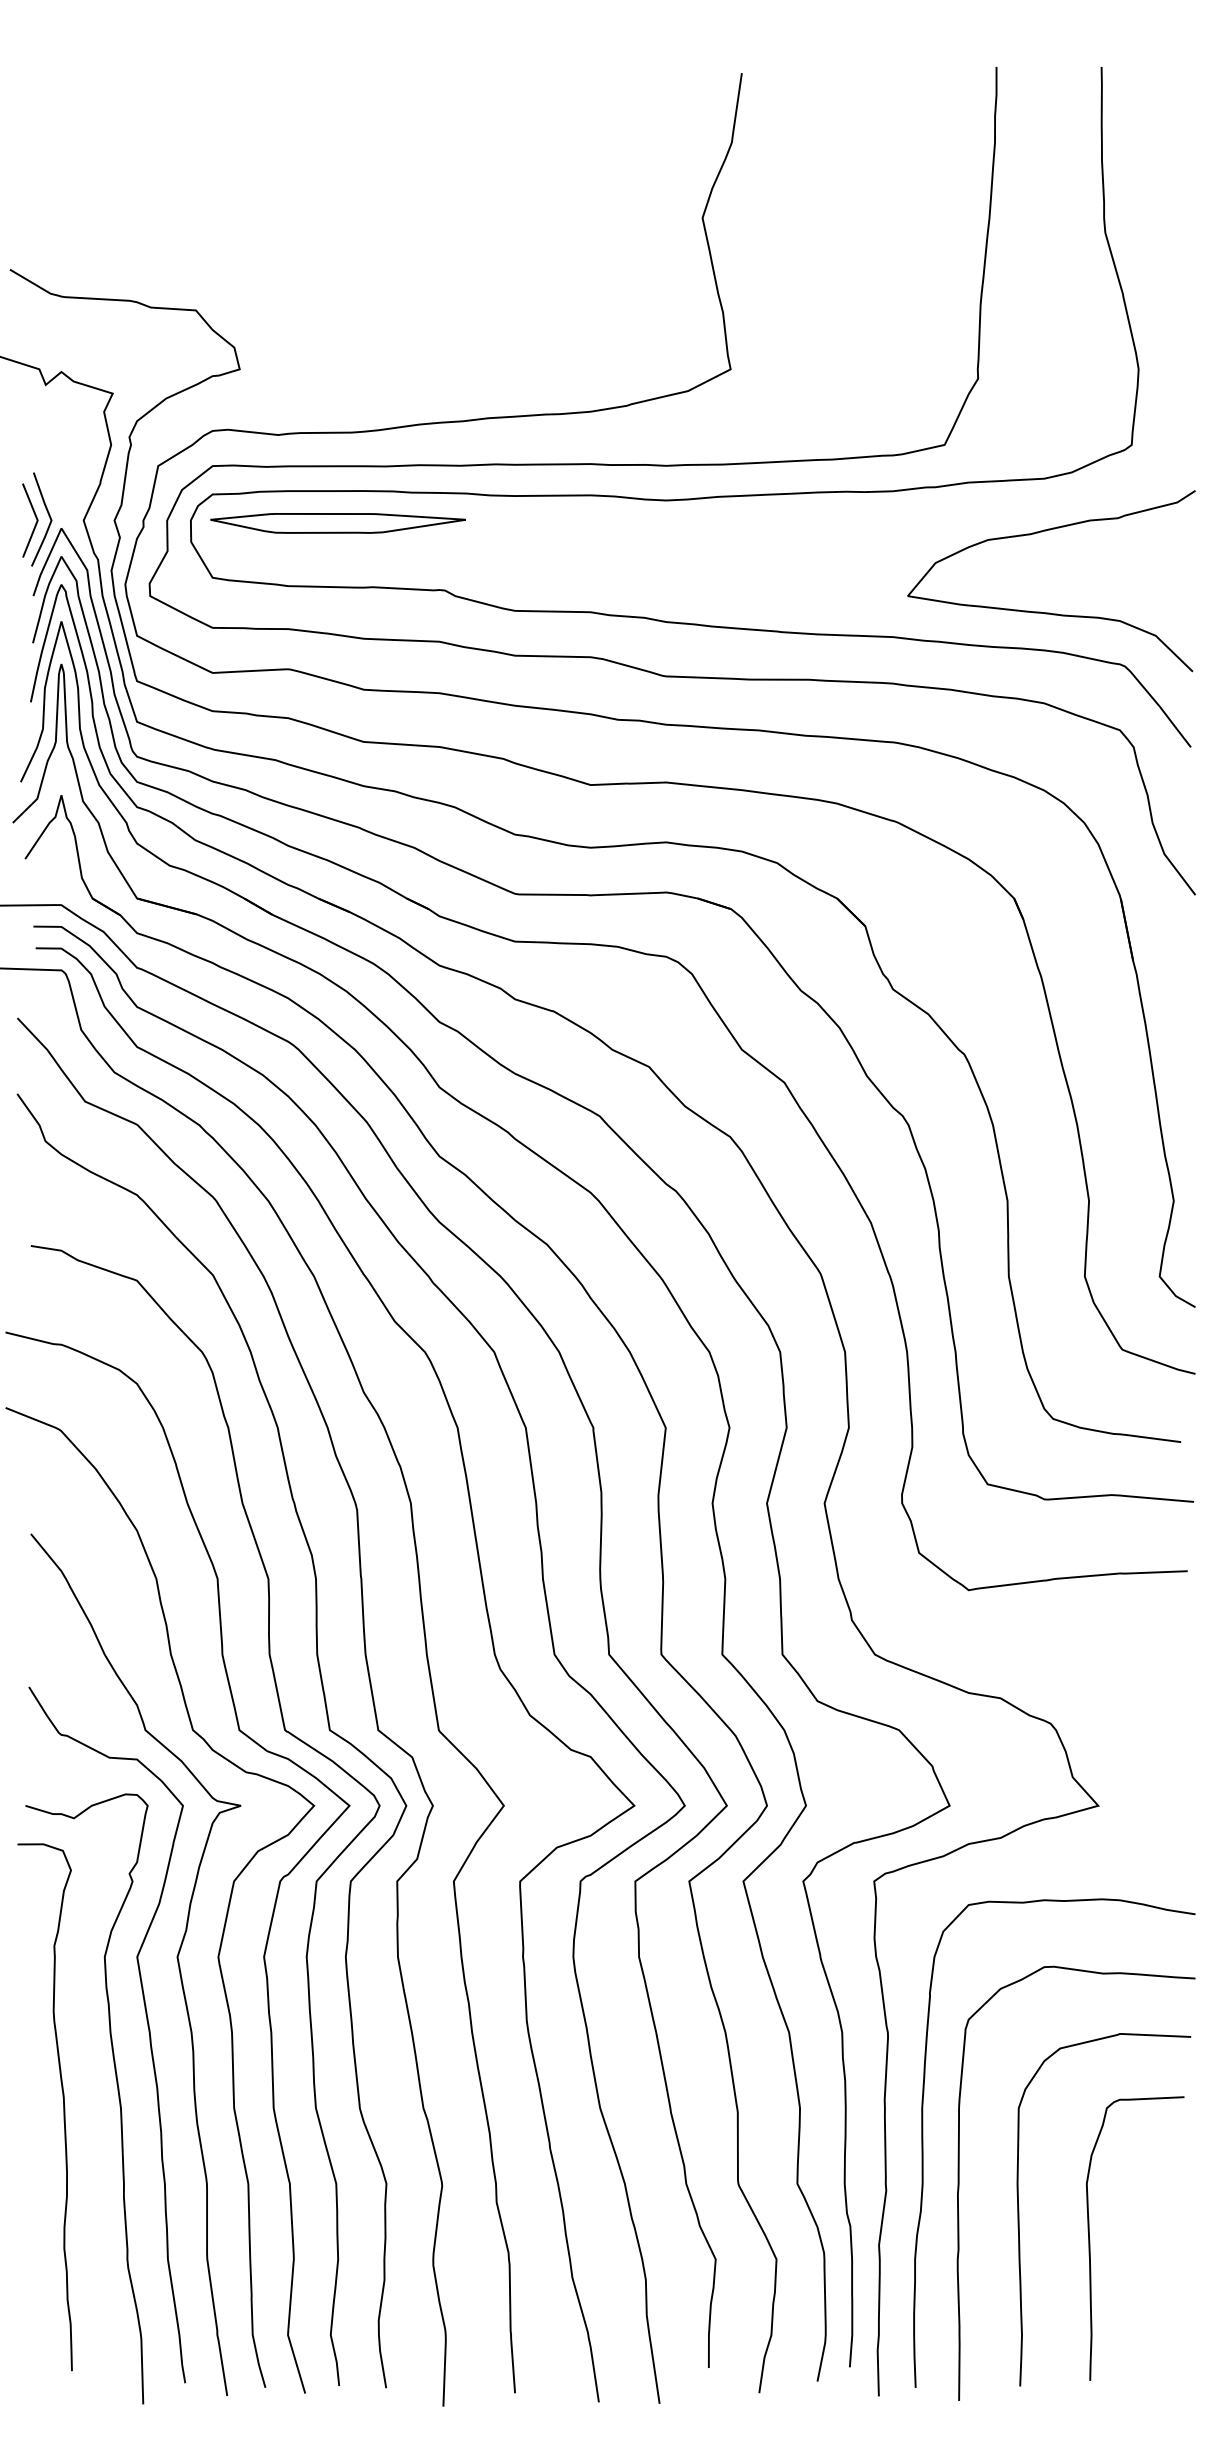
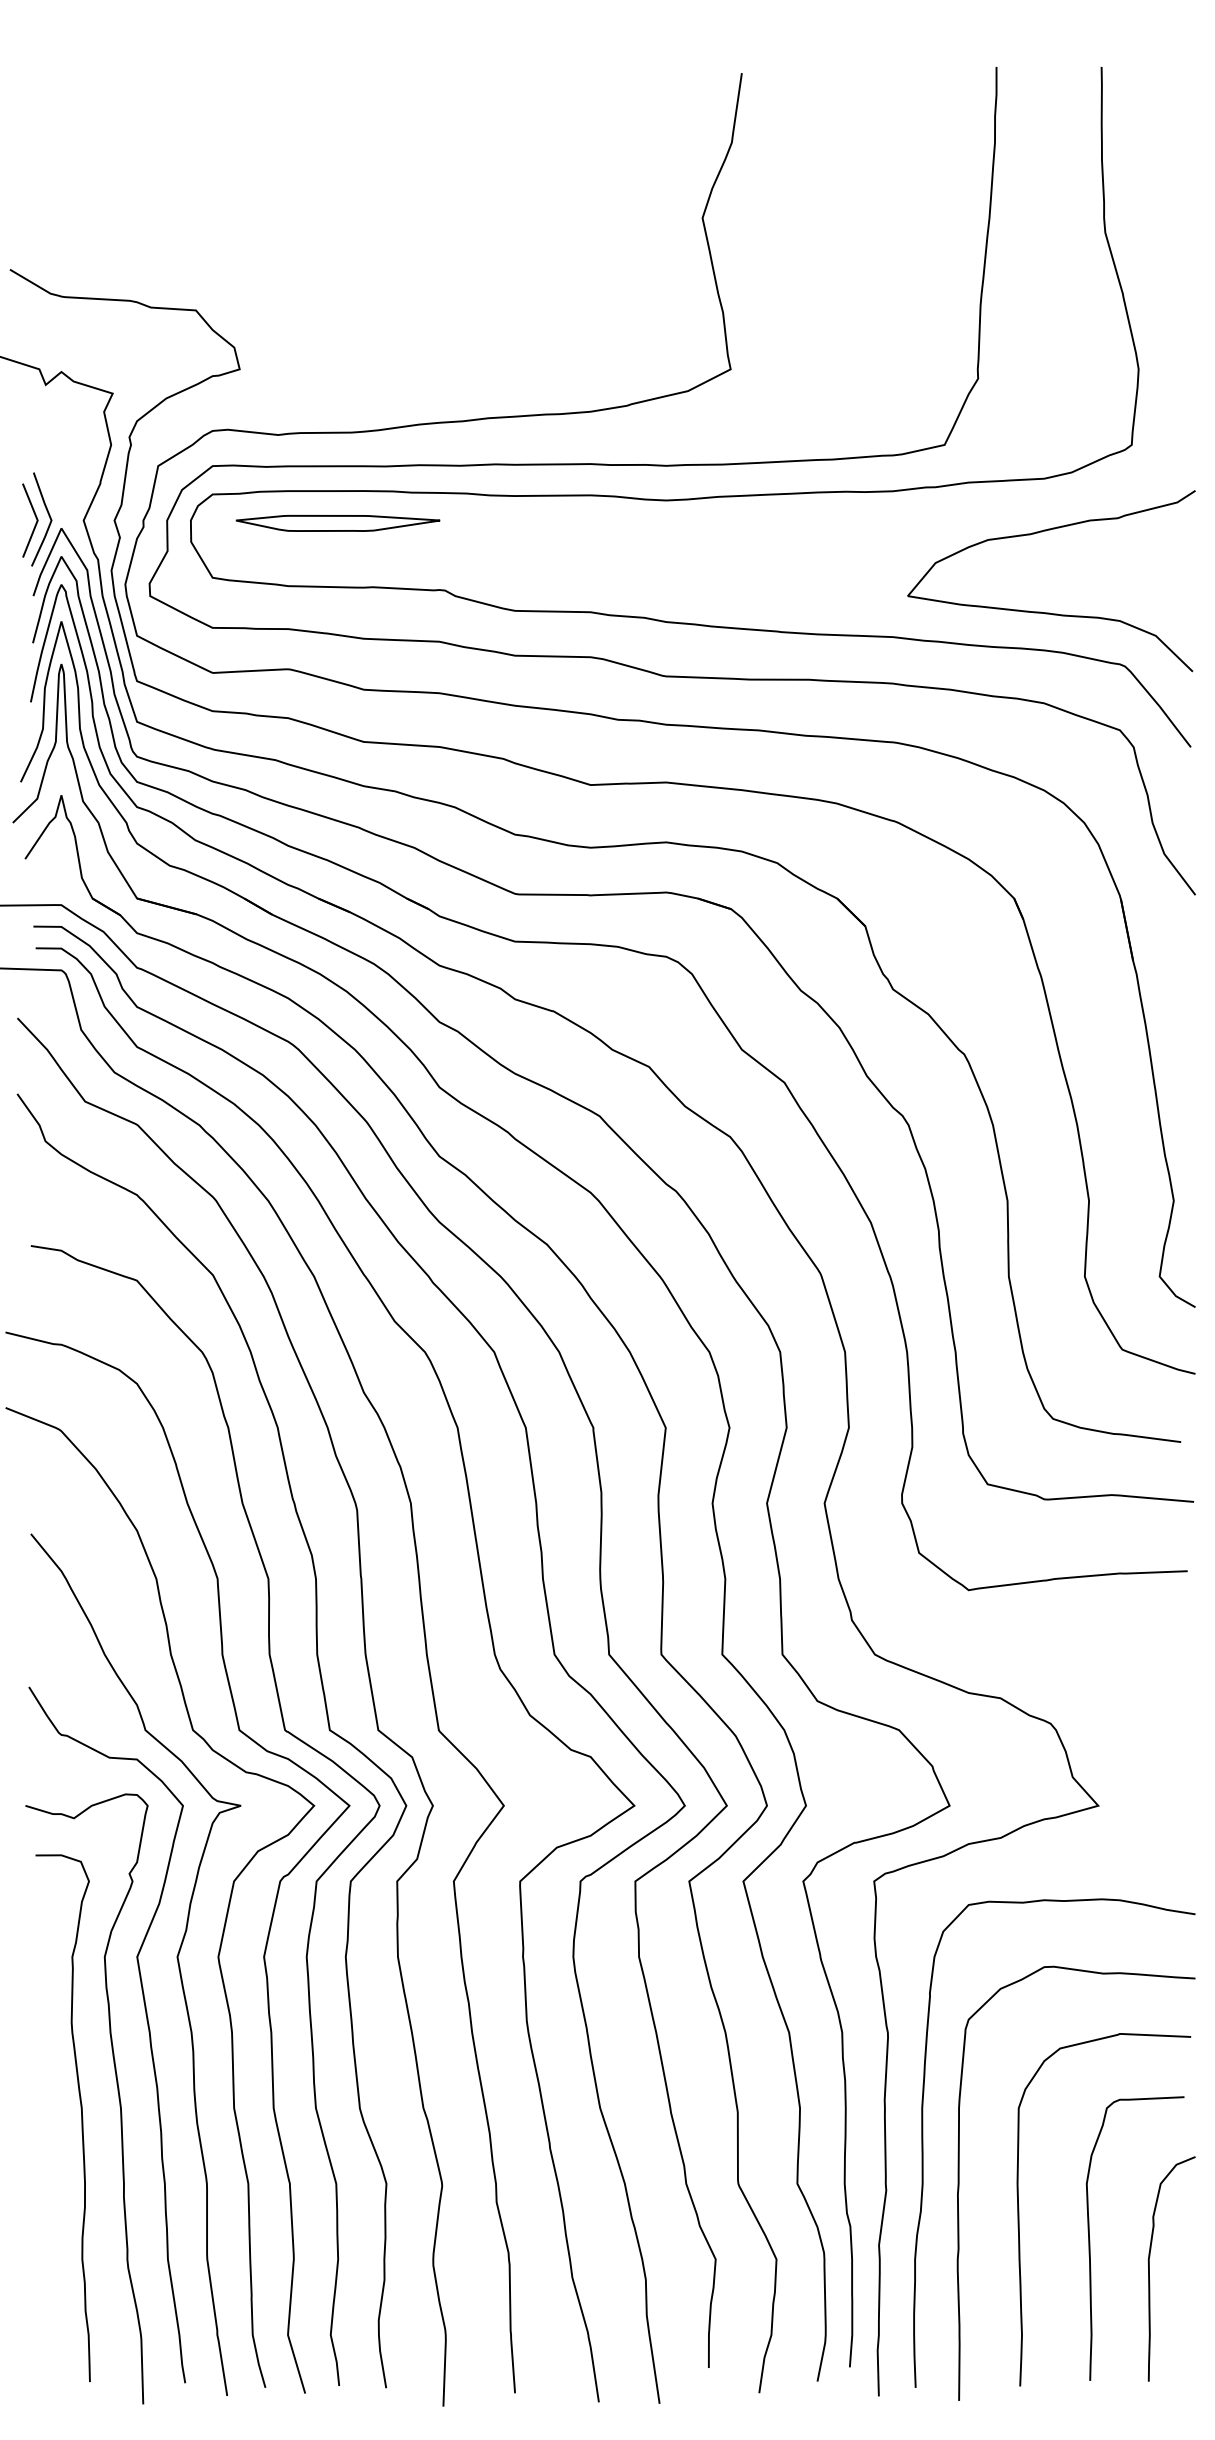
part at (337, 523) size: 256x21 px -> 206x17 px
curve at (63, 2107) position: (63, 2107) -> (81, 2118)
curve at (1149, 2268): none -> present
